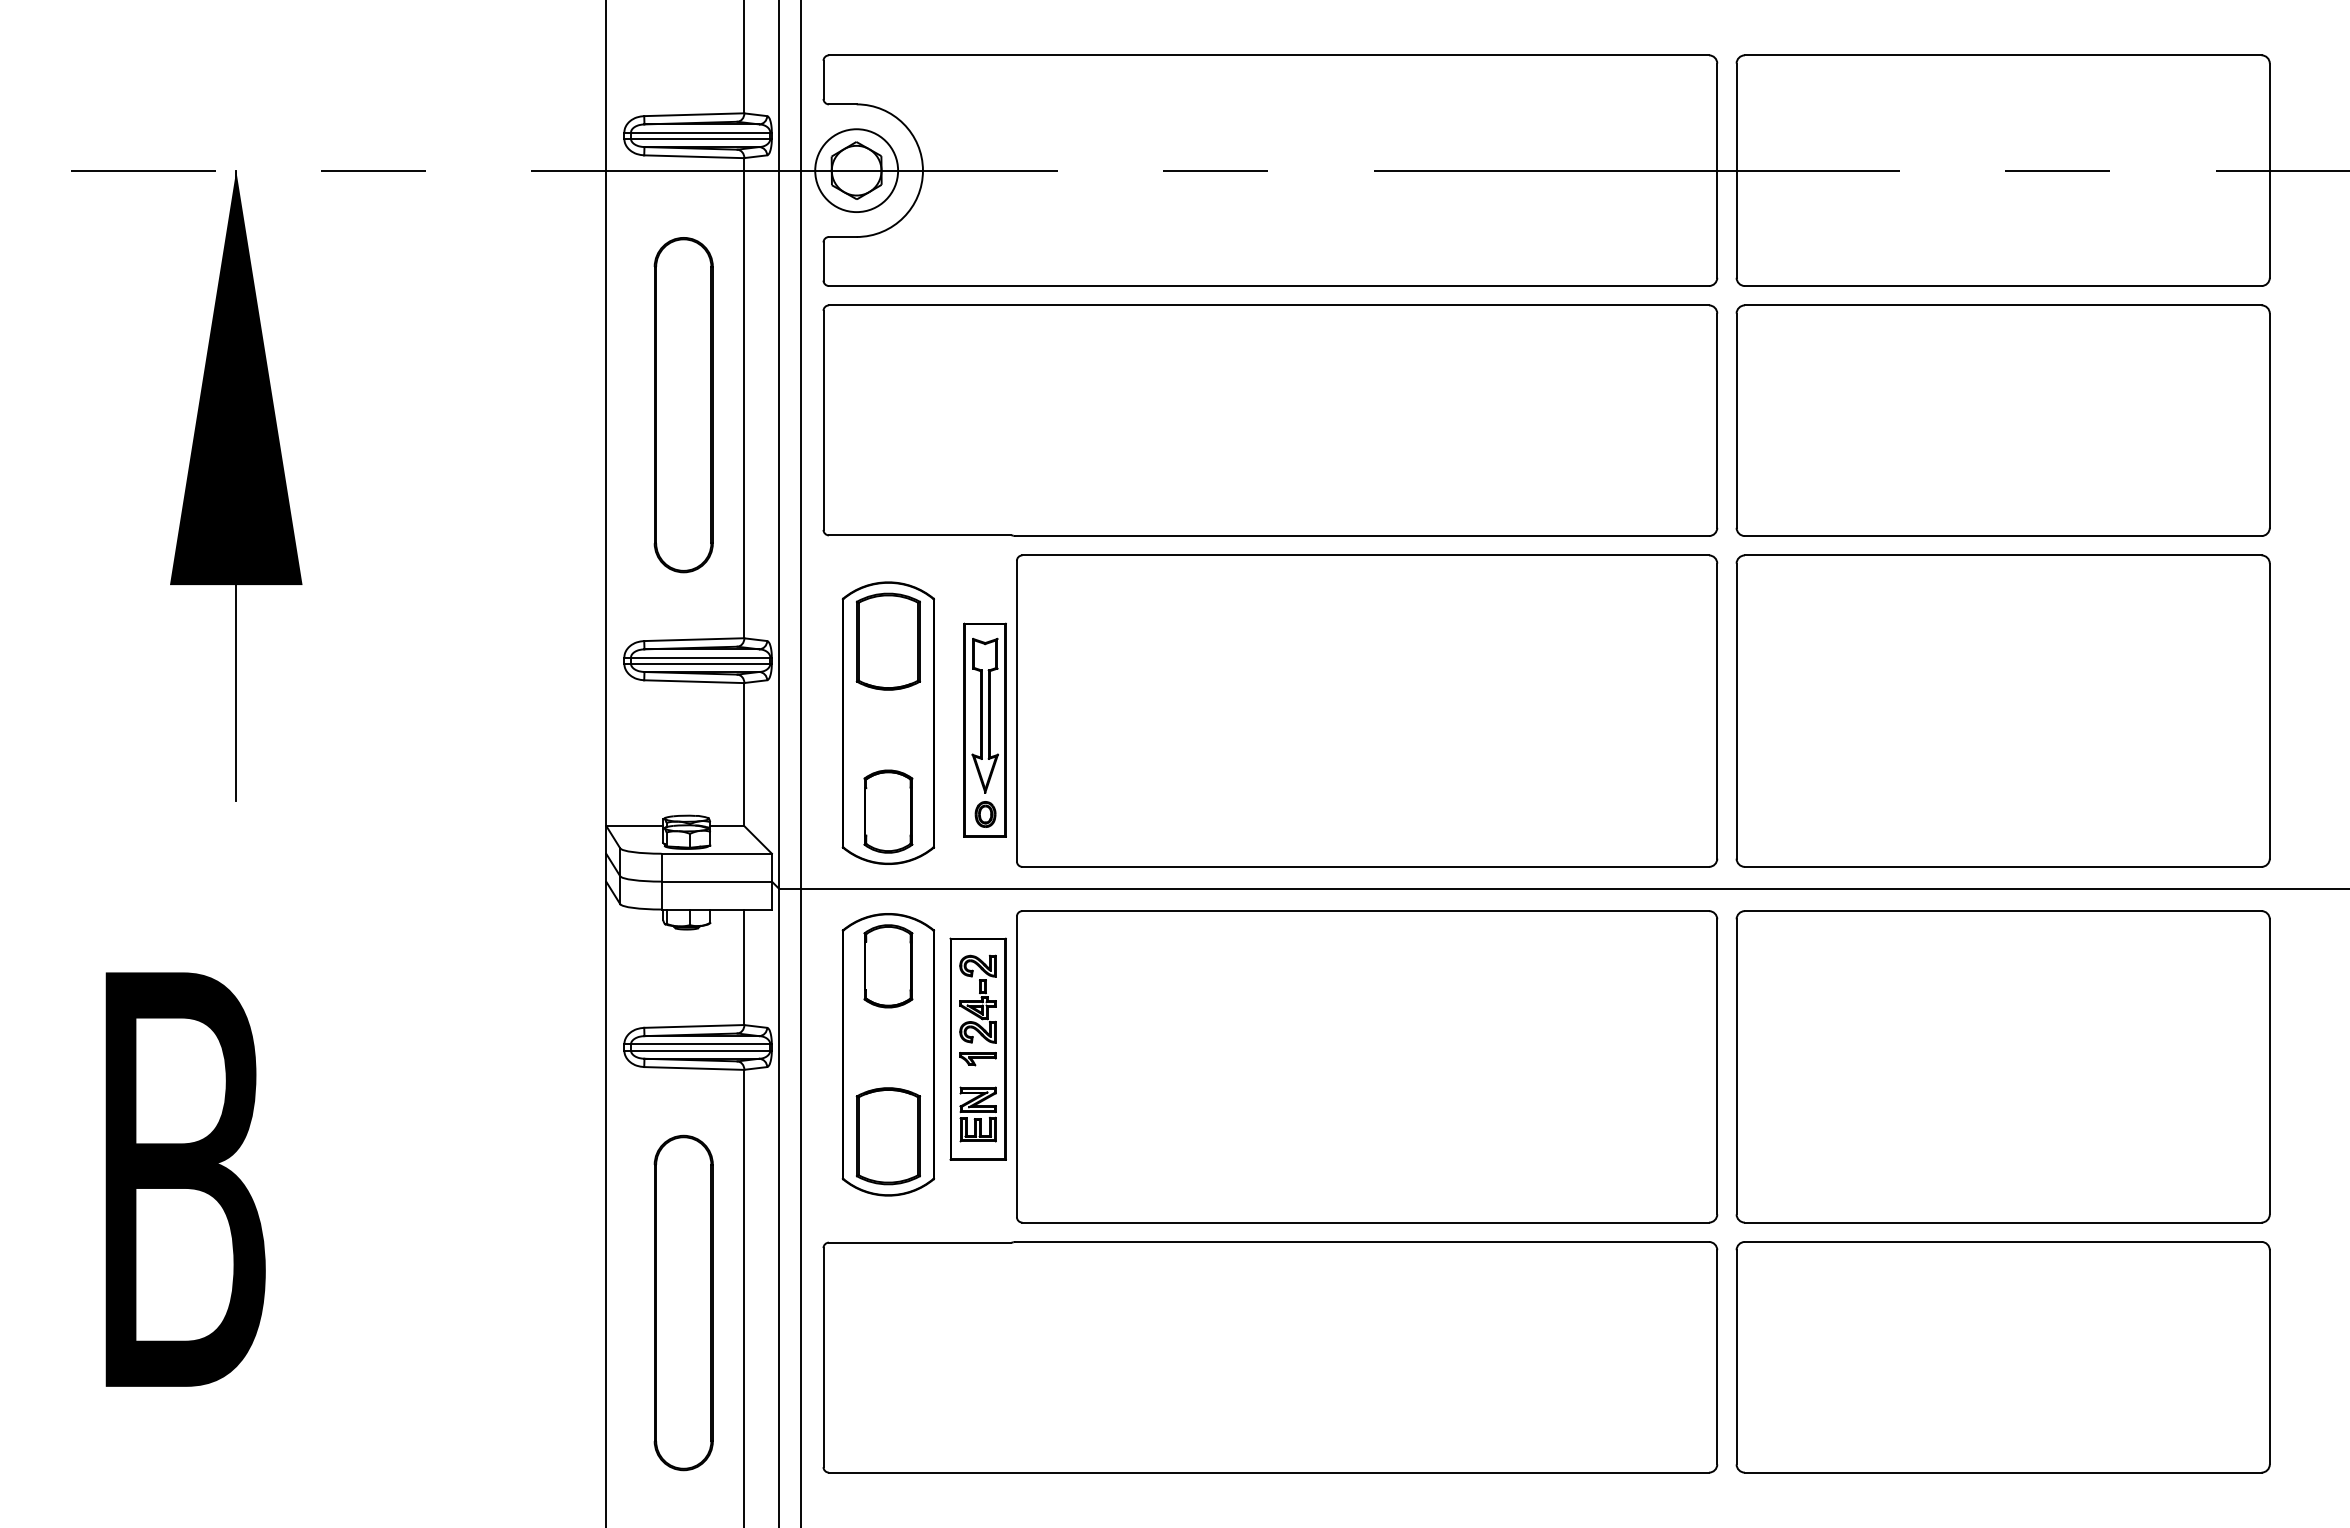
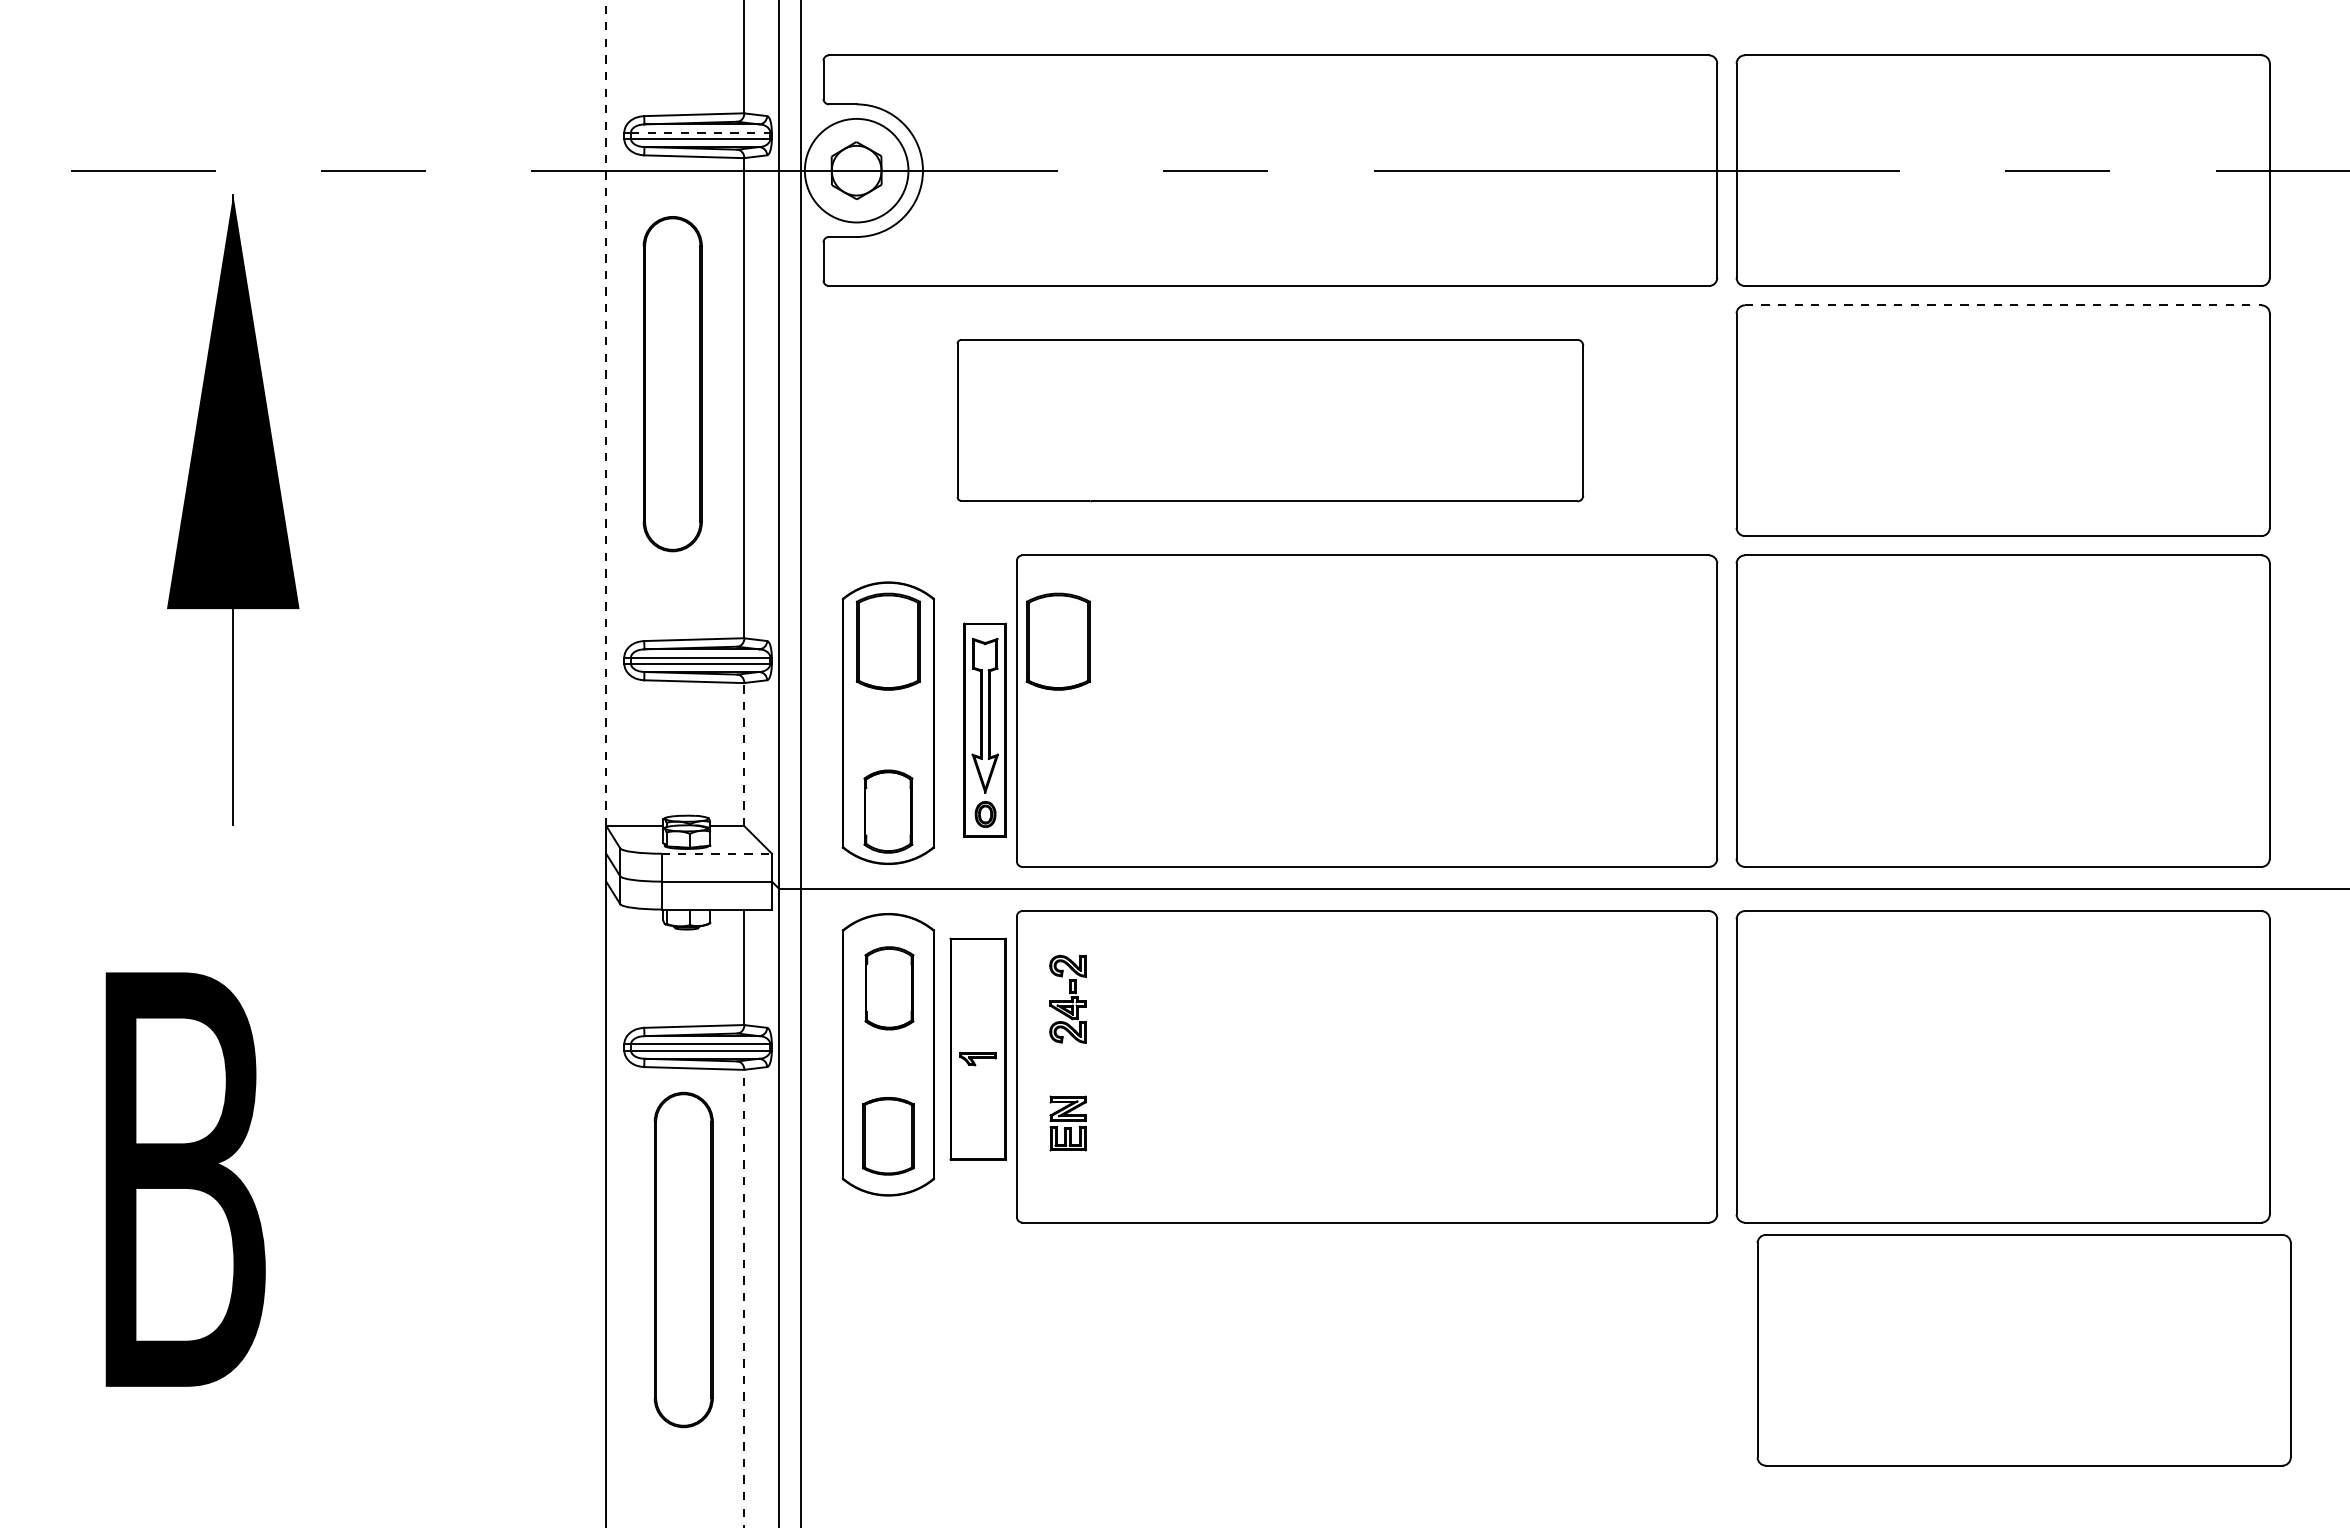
line at (700, 132): solid -> dashed
circle at (856, 170) diameter: 83 px -> 104 px
line at (2003, 305): solid -> dashed
part at (683, 405) position: (683, 405) -> (672, 384)
line at (606, 413): solid -> dashed
part at (1270, 420) size: 897x233 px -> 629x164 px
part at (236, 485) position: (236, 485) -> (233, 509)
part at (1057, 641): none -> present
line at (744, 754): solid -> dashed
line at (717, 853): solid -> dashed
part at (888, 966) position: (888, 966) -> (889, 988)
part at (977, 998) position: (977, 998) -> (1067, 998)
part at (977, 1114) position: (977, 1114) -> (1067, 1123)
part at (887, 1136) size: 66x99 px -> 53x79 px
line at (744, 1298): solid -> dashed
part at (683, 1302) position: (683, 1302) -> (683, 1259)
part at (1270, 1357): present -> none
part at (2002, 1357) position: (2002, 1357) -> (2023, 1350)
